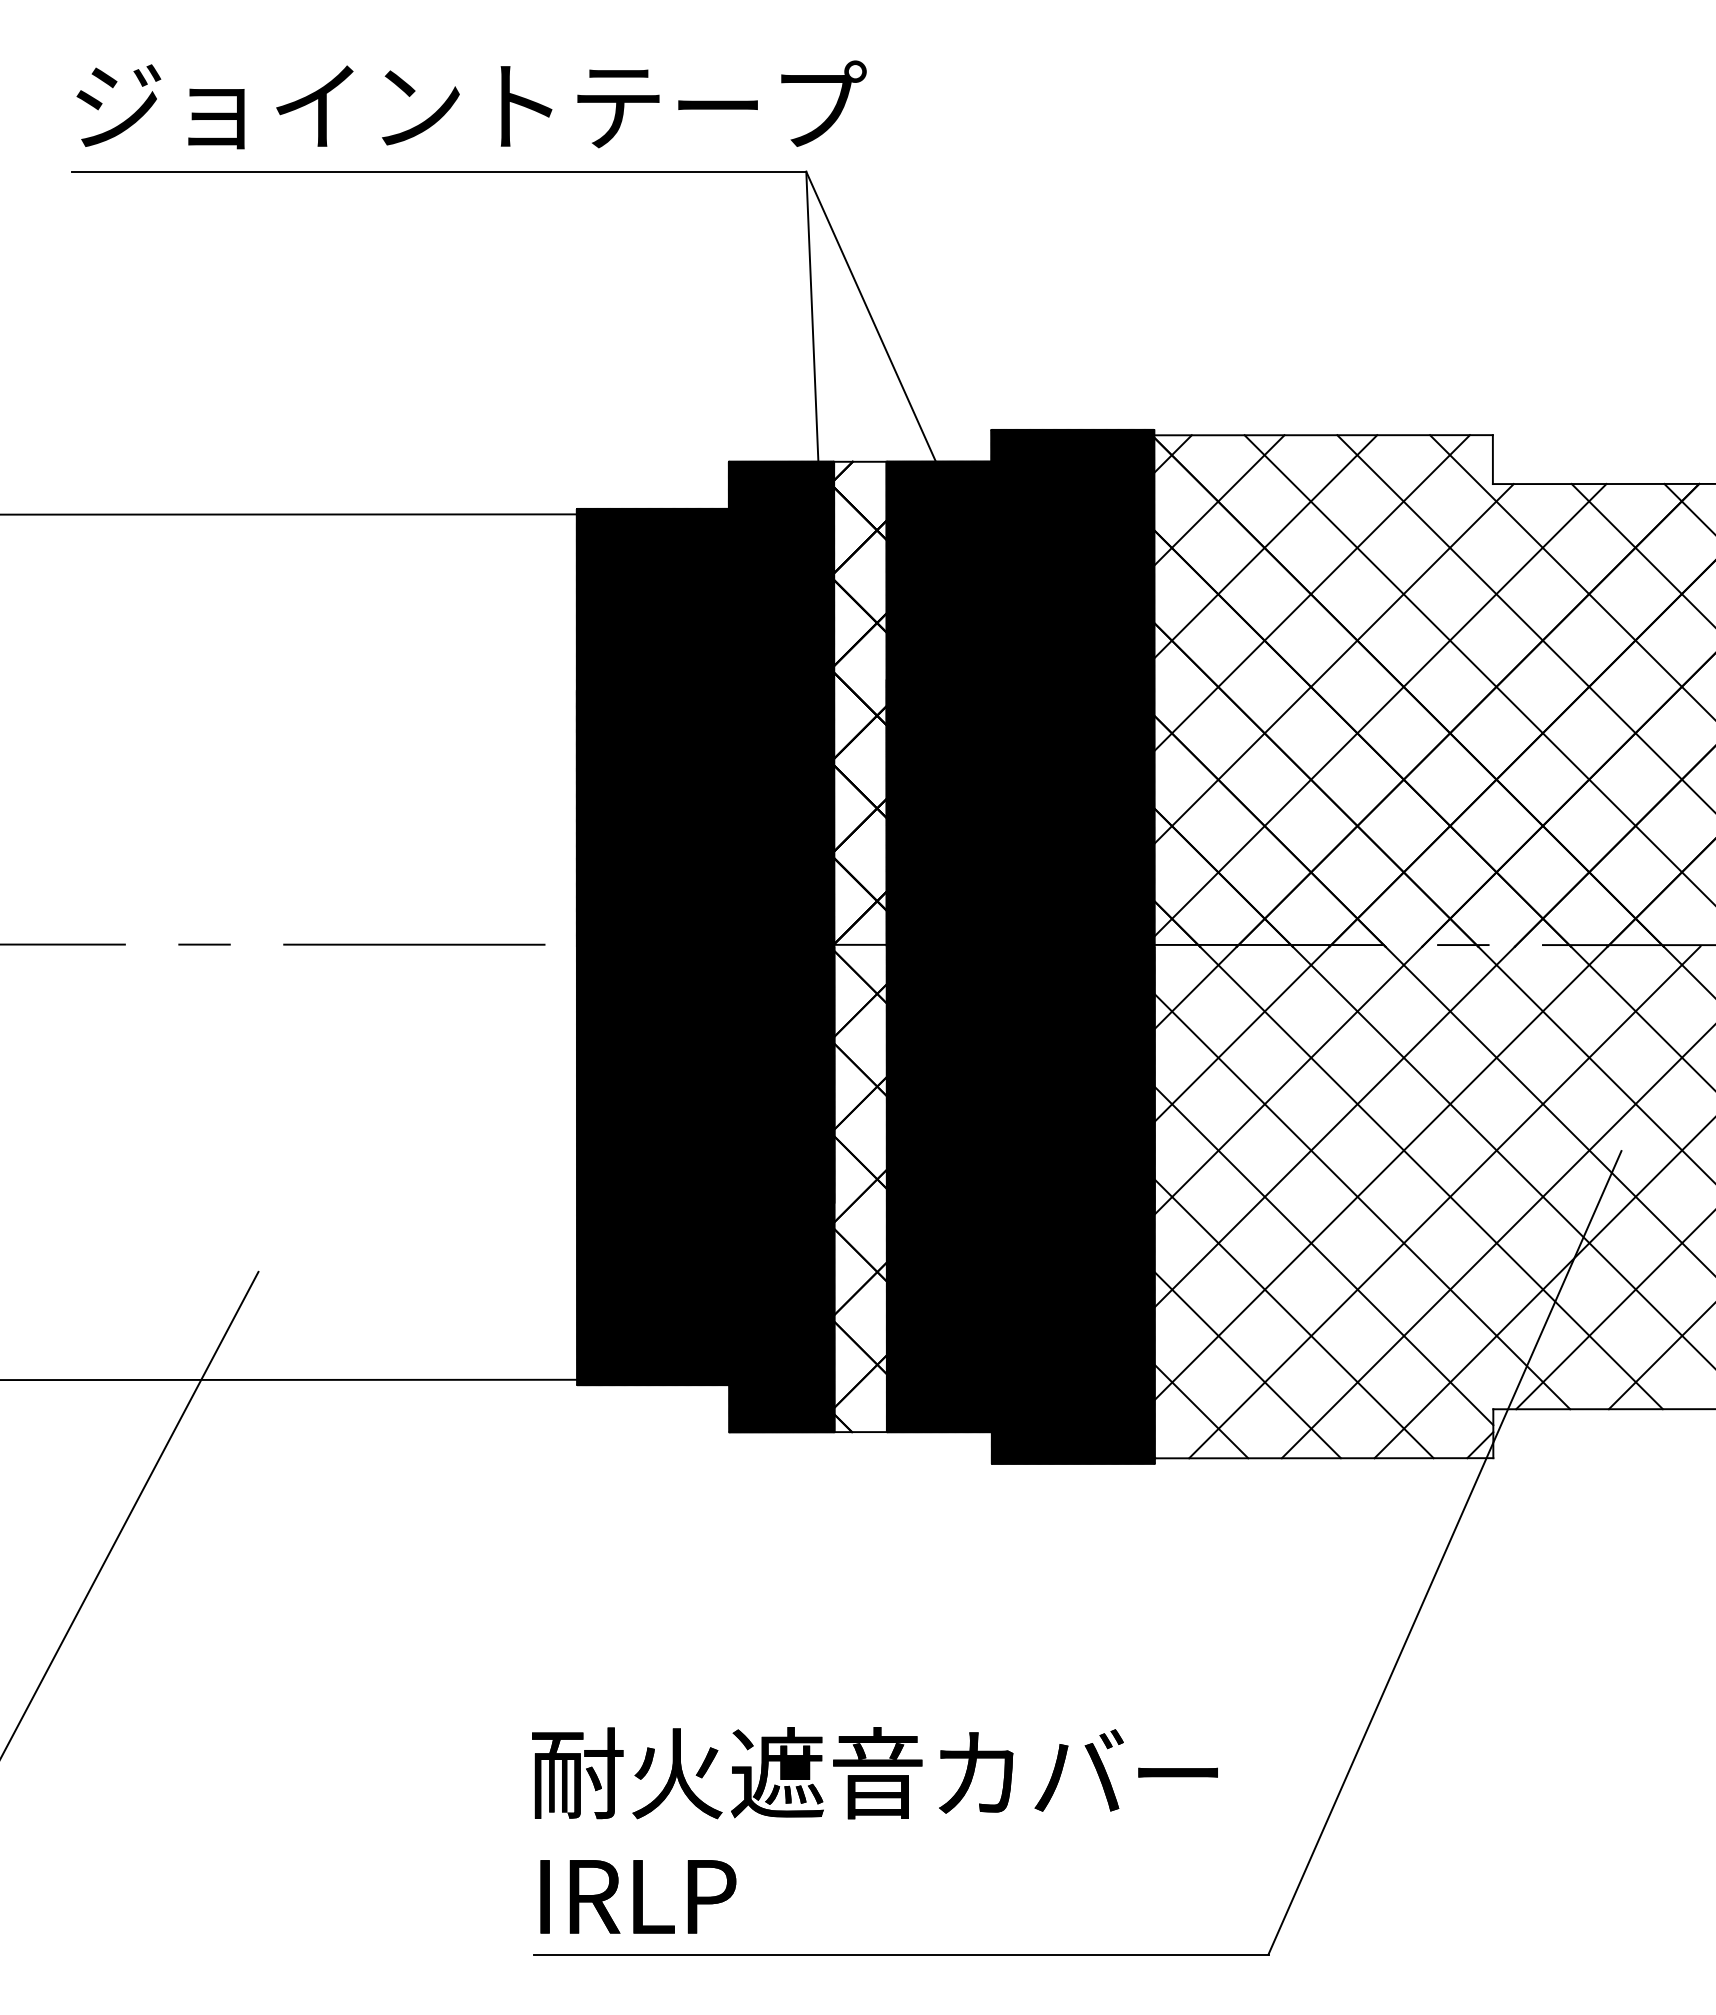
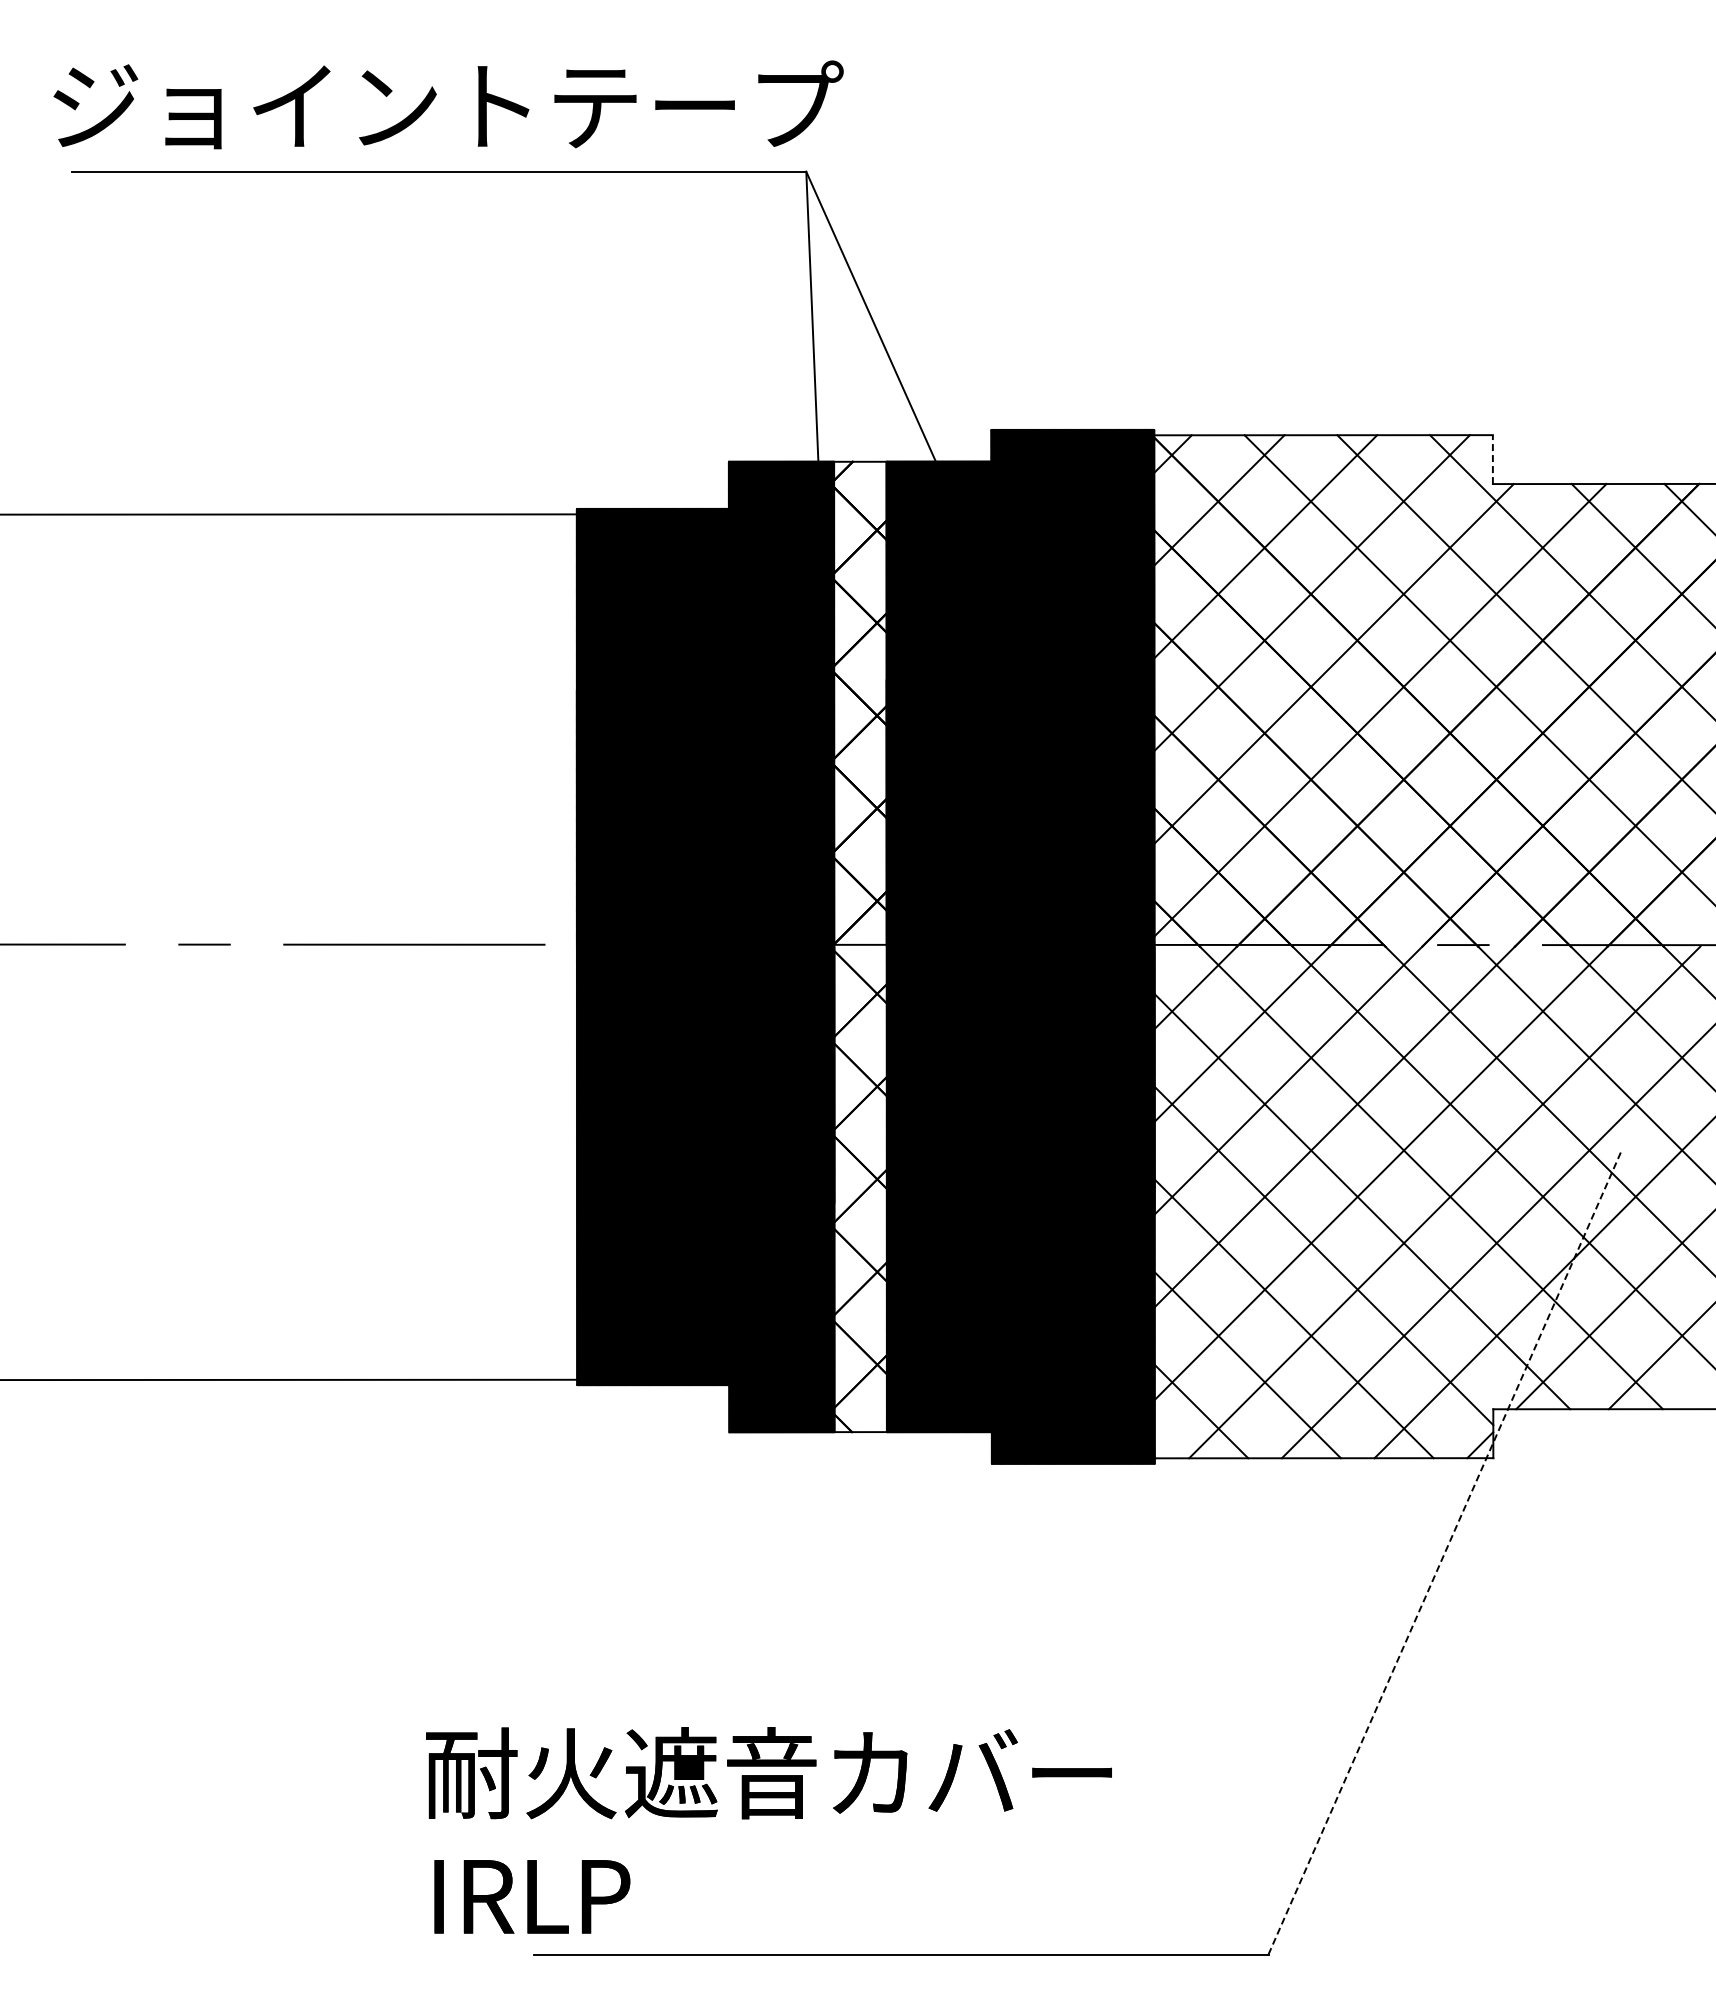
text at (471, 104) position: (471, 104) -> (448, 104)
line at (1492, 459): solid -> dashed
line at (130, 1513): present -> none
line at (1444, 1552): solid -> dashed
text at (874, 1830) position: (874, 1830) -> (768, 1830)
